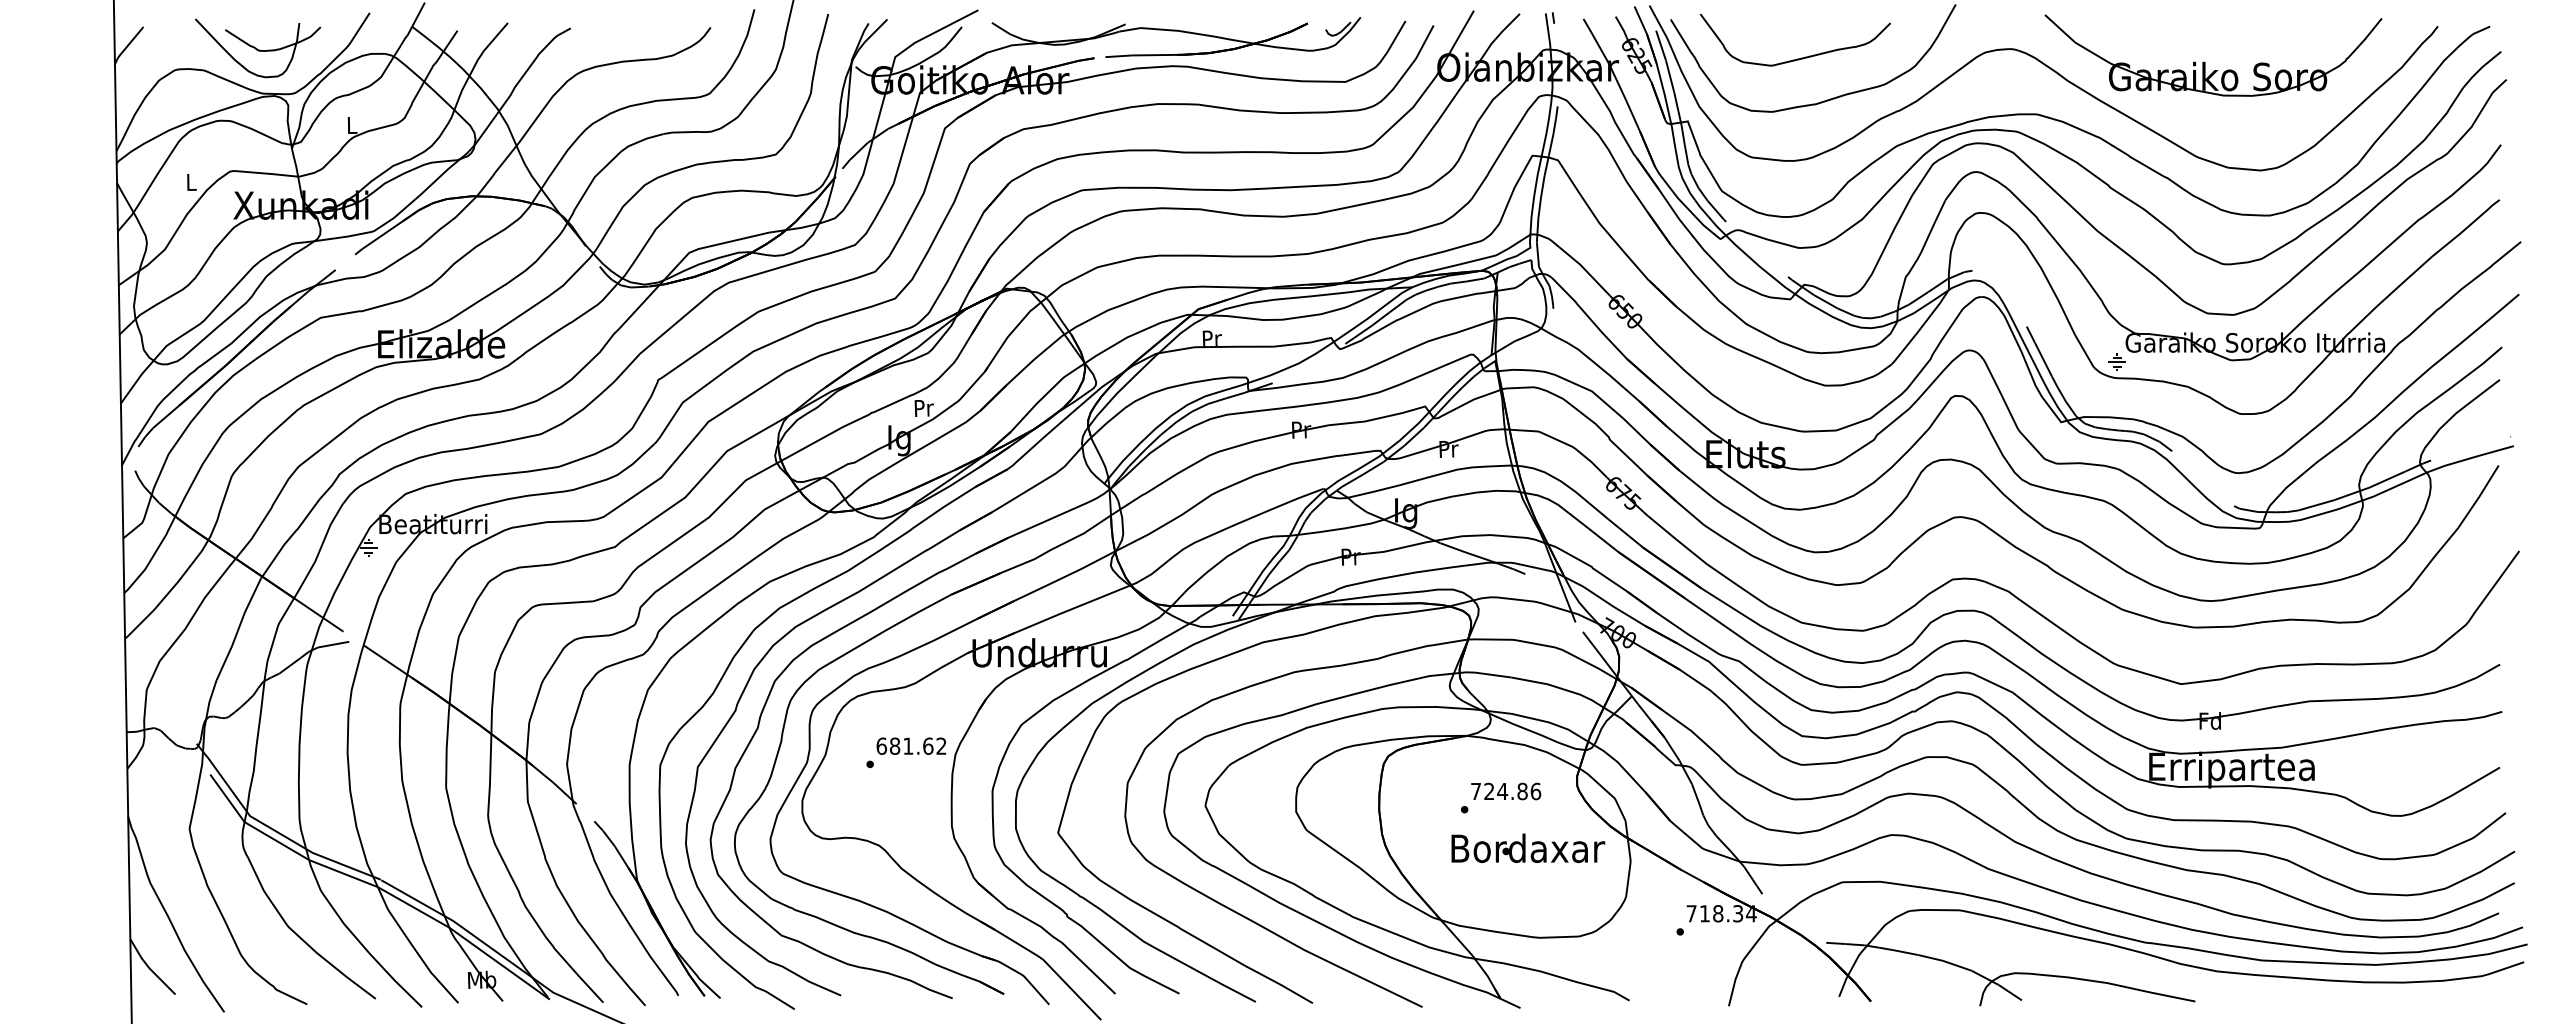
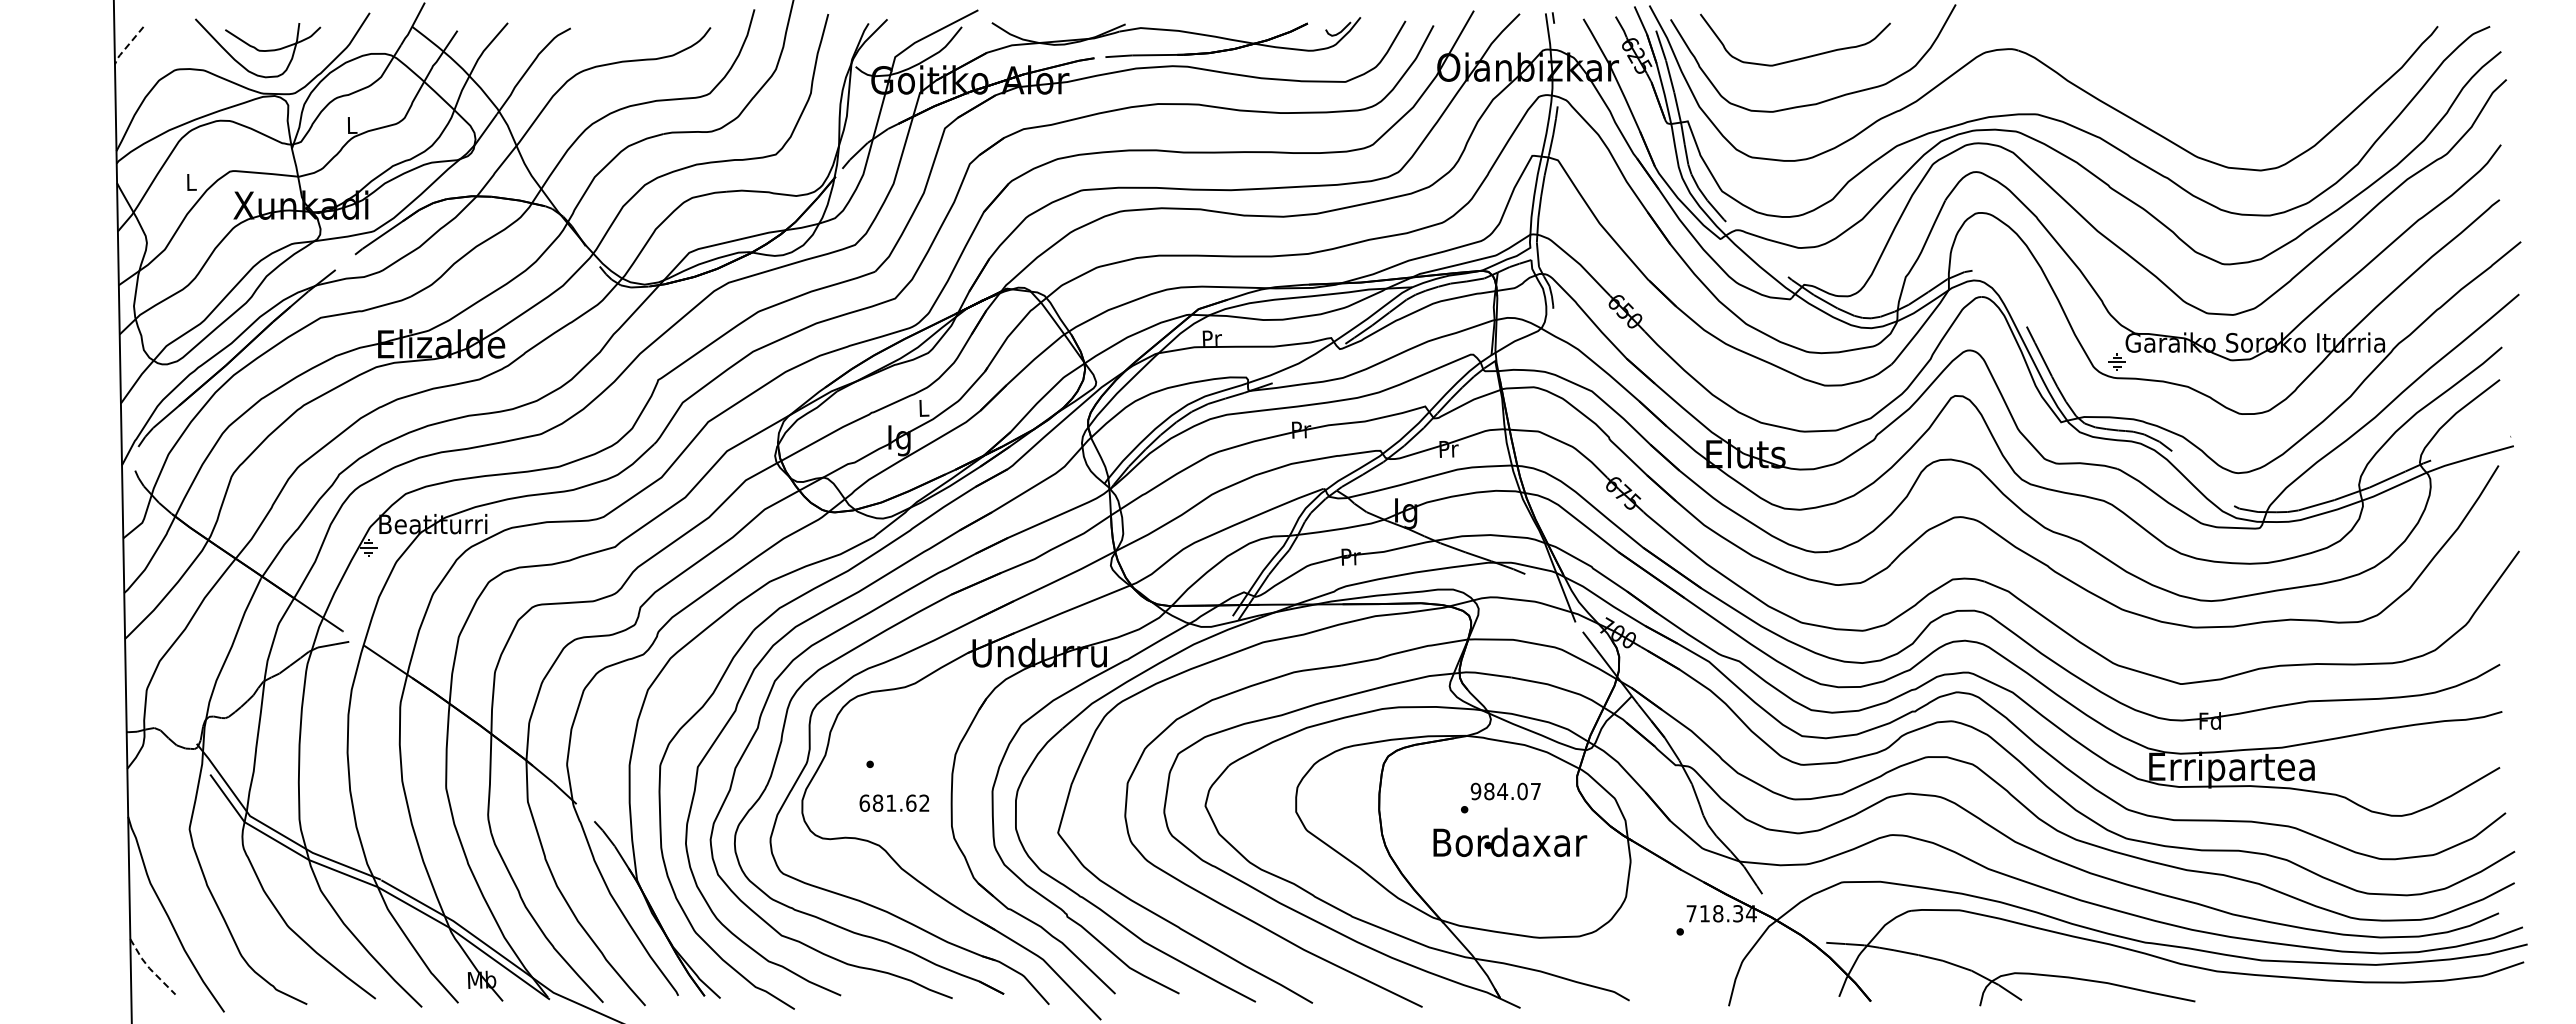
line at (127, 46): solid -> dashed
part at (2205, 62): present -> none
text at (923, 408): Pr -> L
text at (911, 745) position: (911, 745) -> (894, 802)
text at (1505, 791): 724.86 -> 984.07
text at (1528, 847) position: (1528, 847) -> (1510, 841)
line at (149, 968): solid -> dashed
